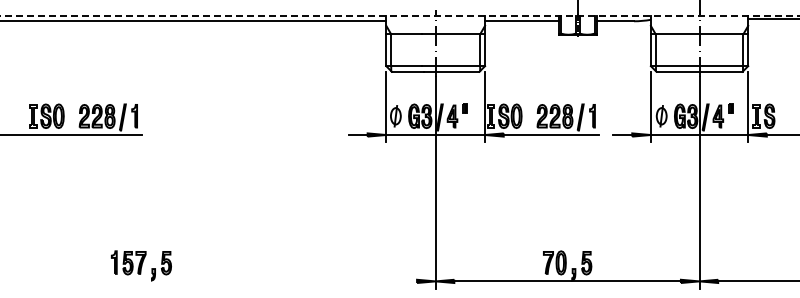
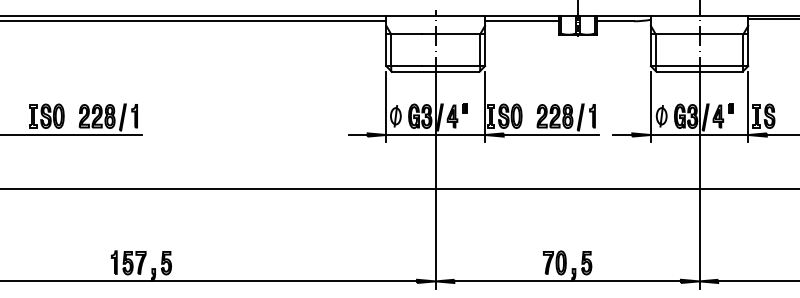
line at (399, 15): dashed -> solid
line at (399, 188): none -> present
line at (209, 281): none -> present
